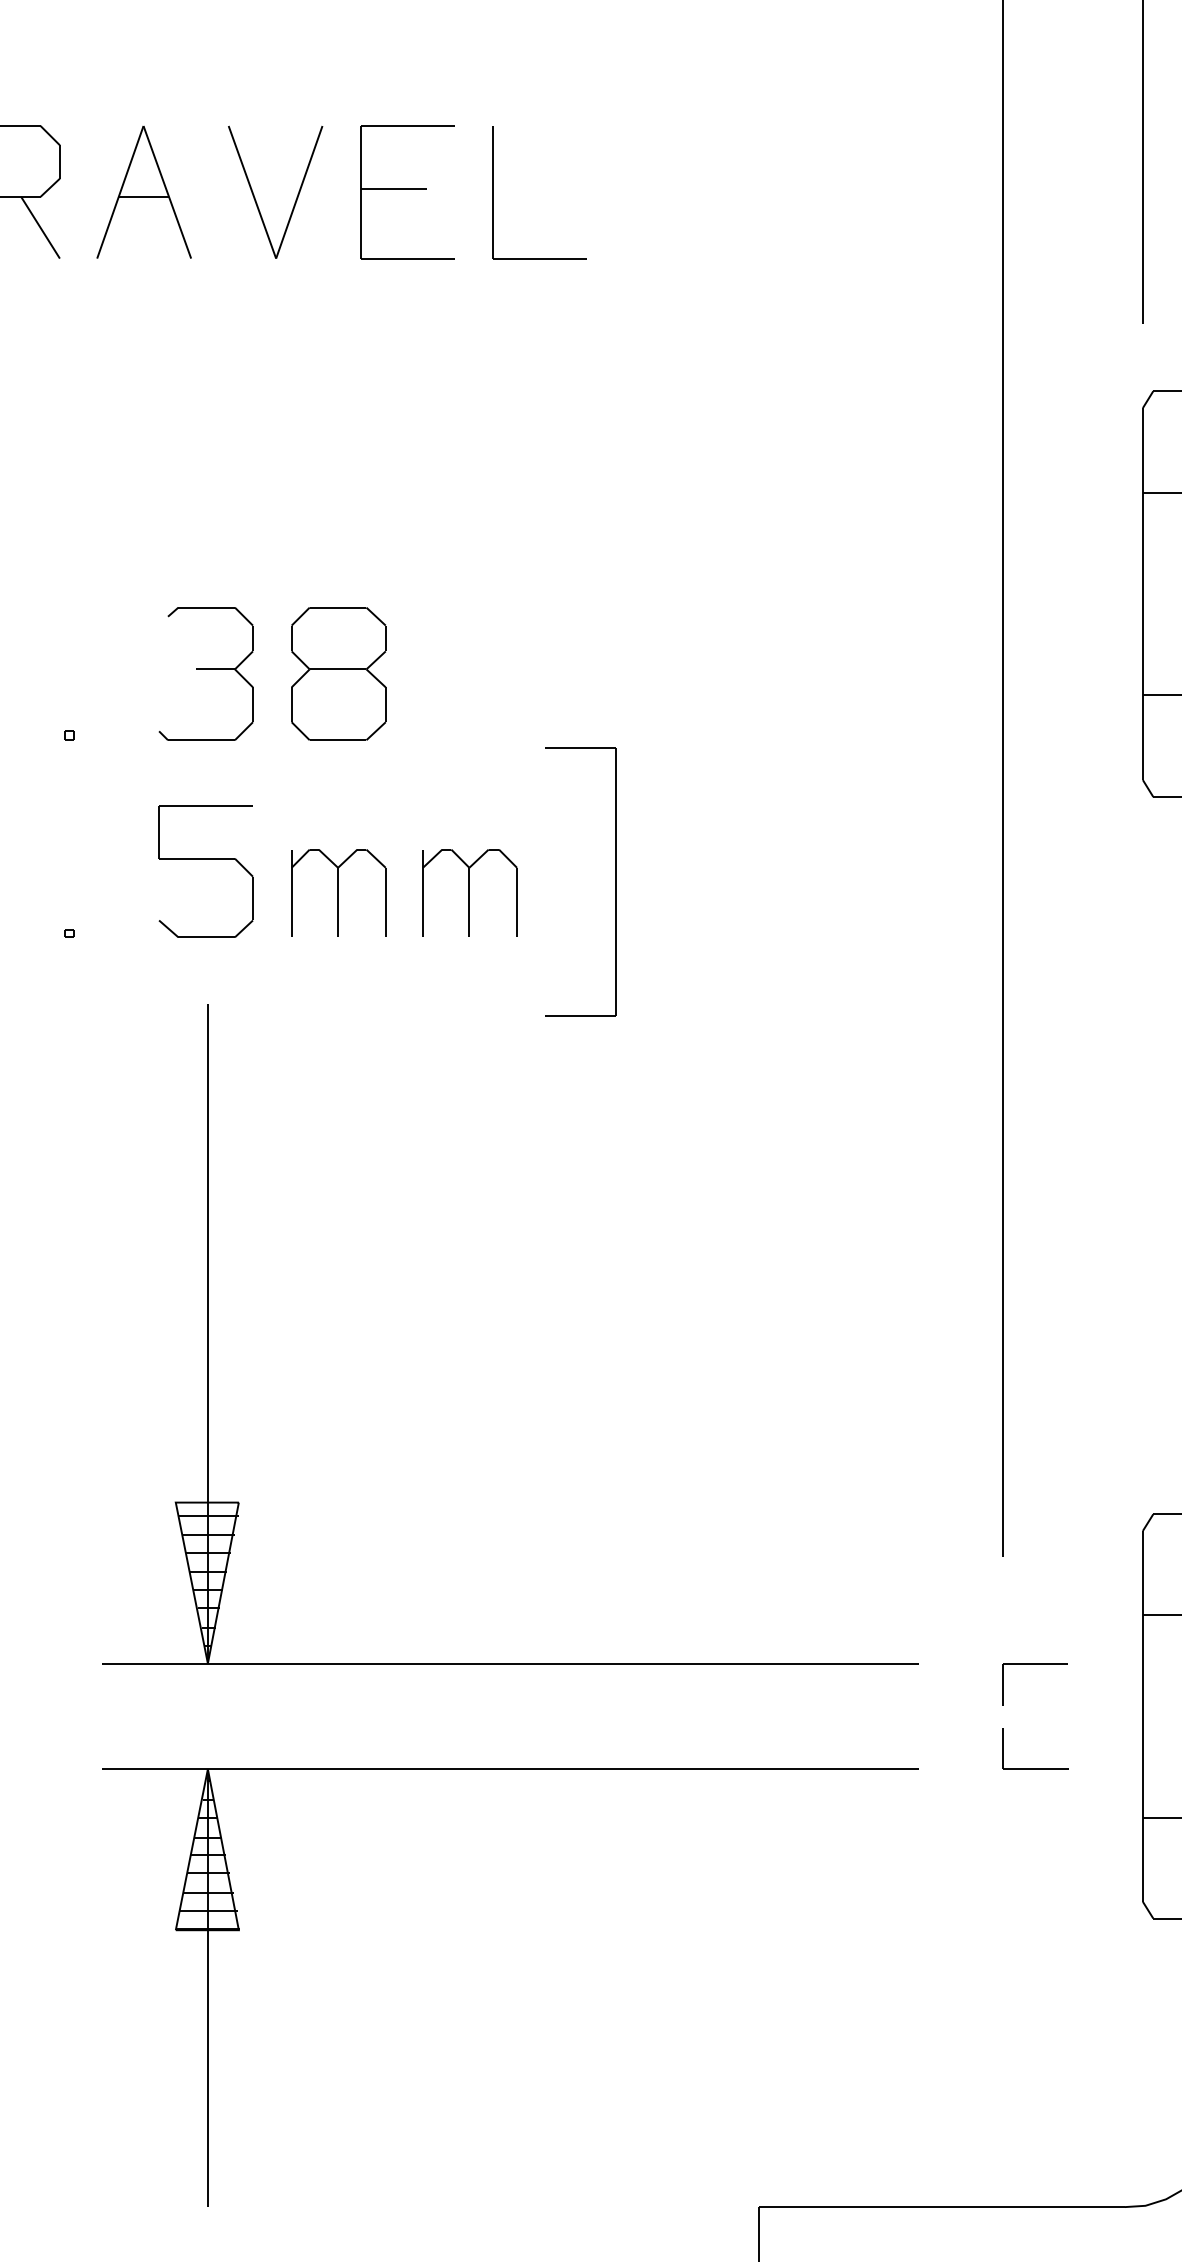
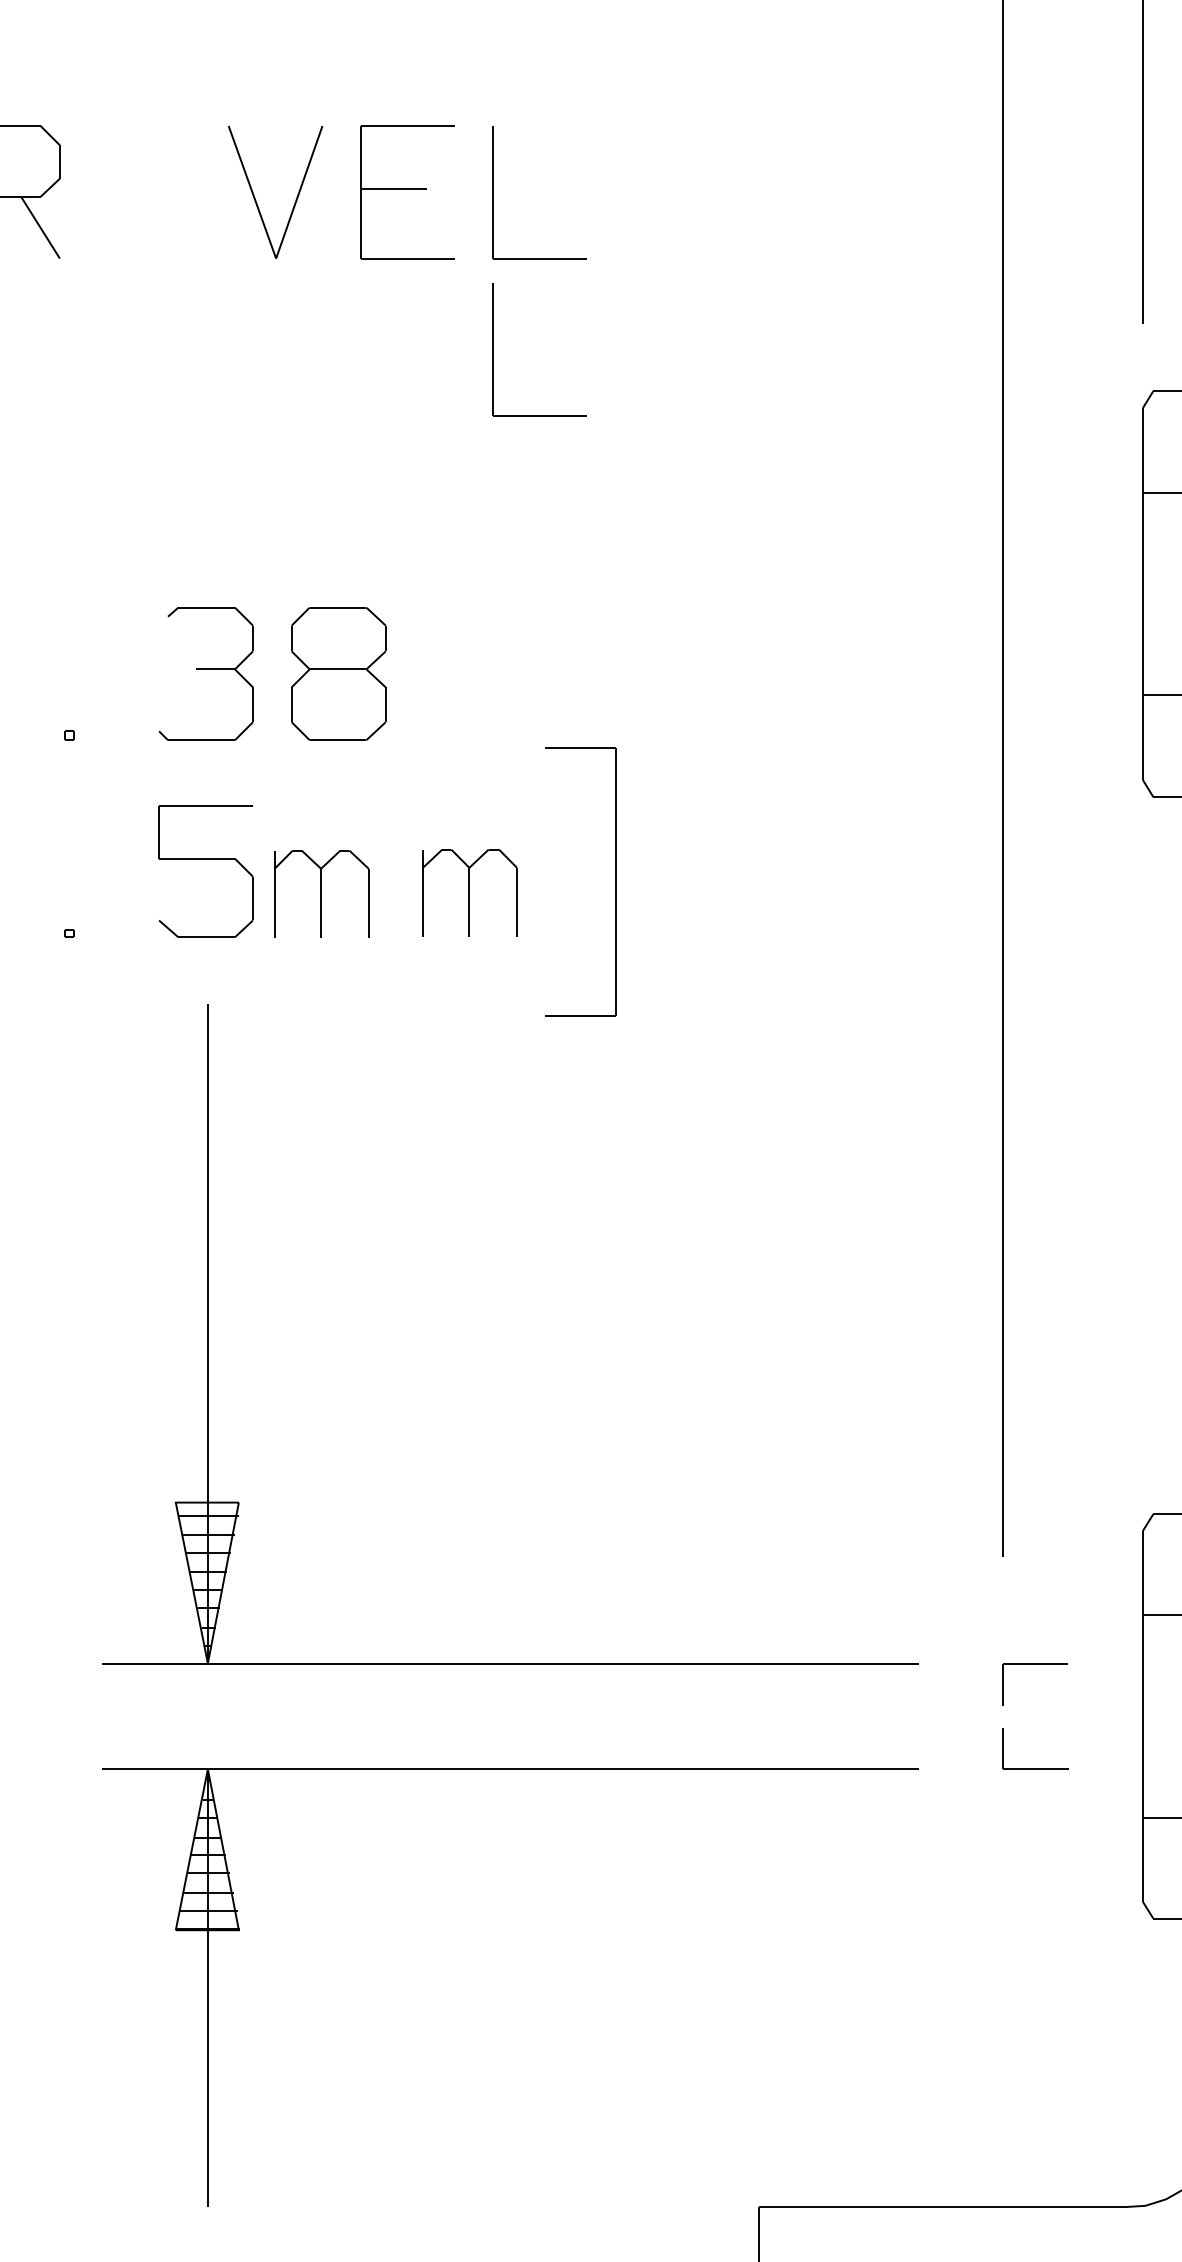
part at (143, 191): present -> none
part at (493, 349): none -> present
part at (338, 892) position: (338, 892) -> (321, 893)
